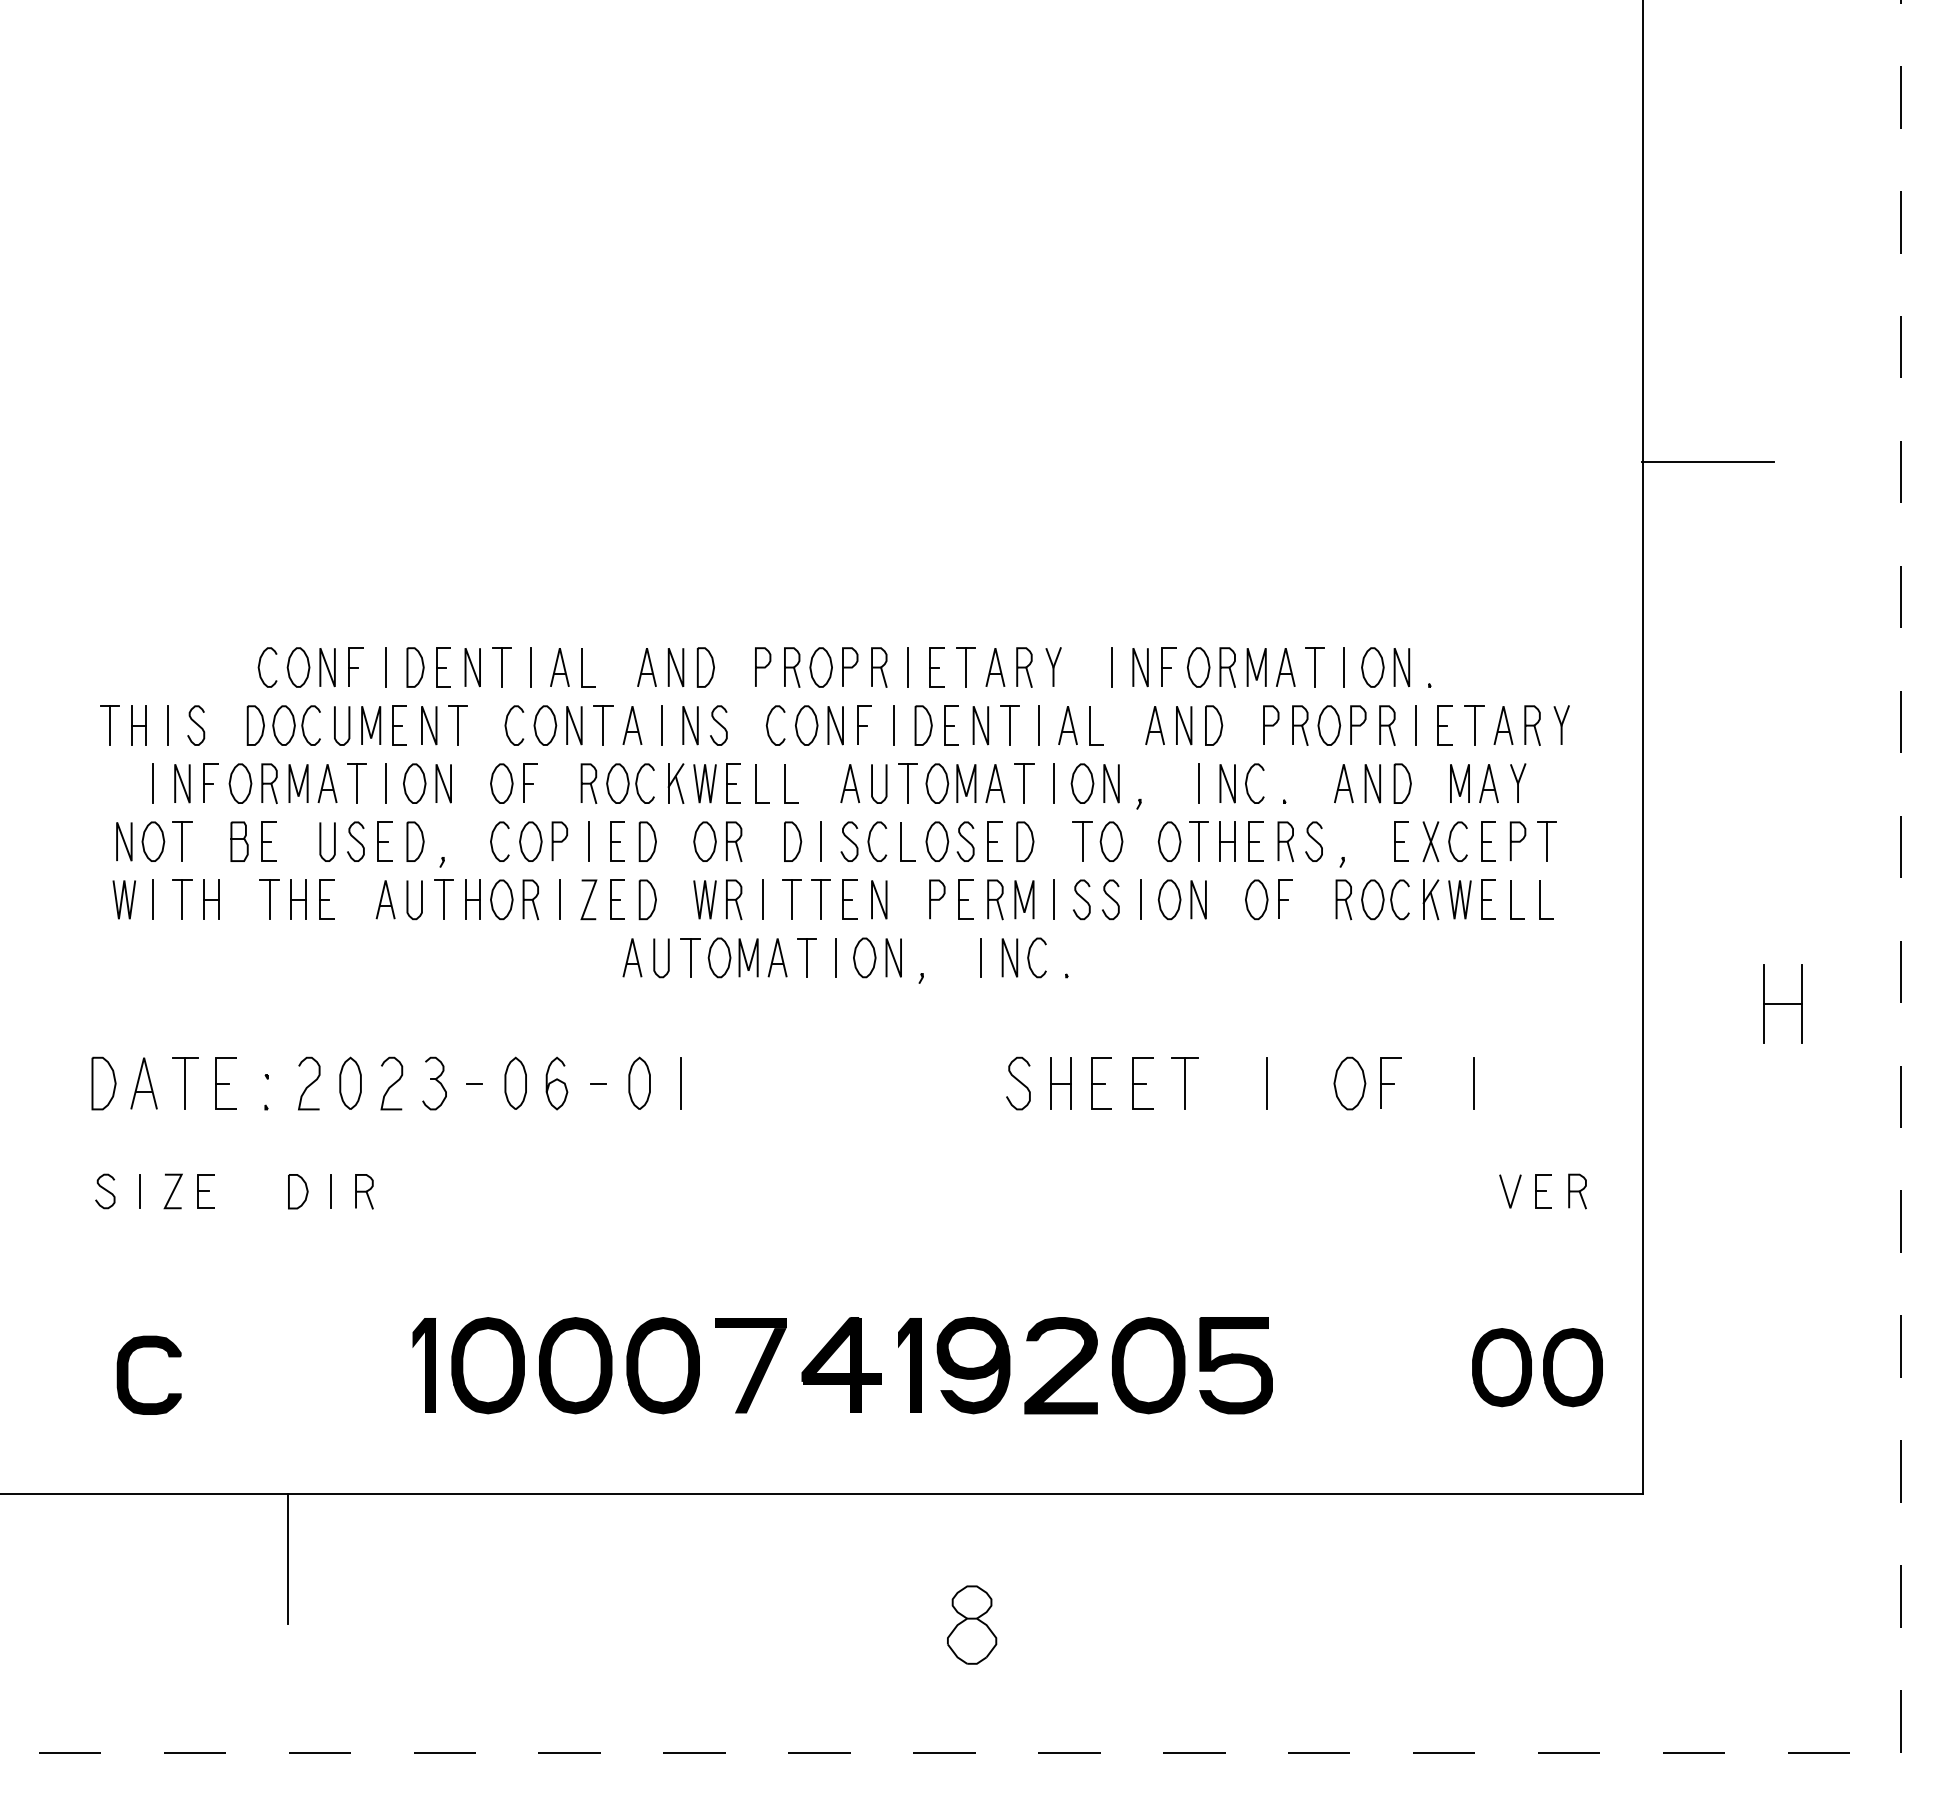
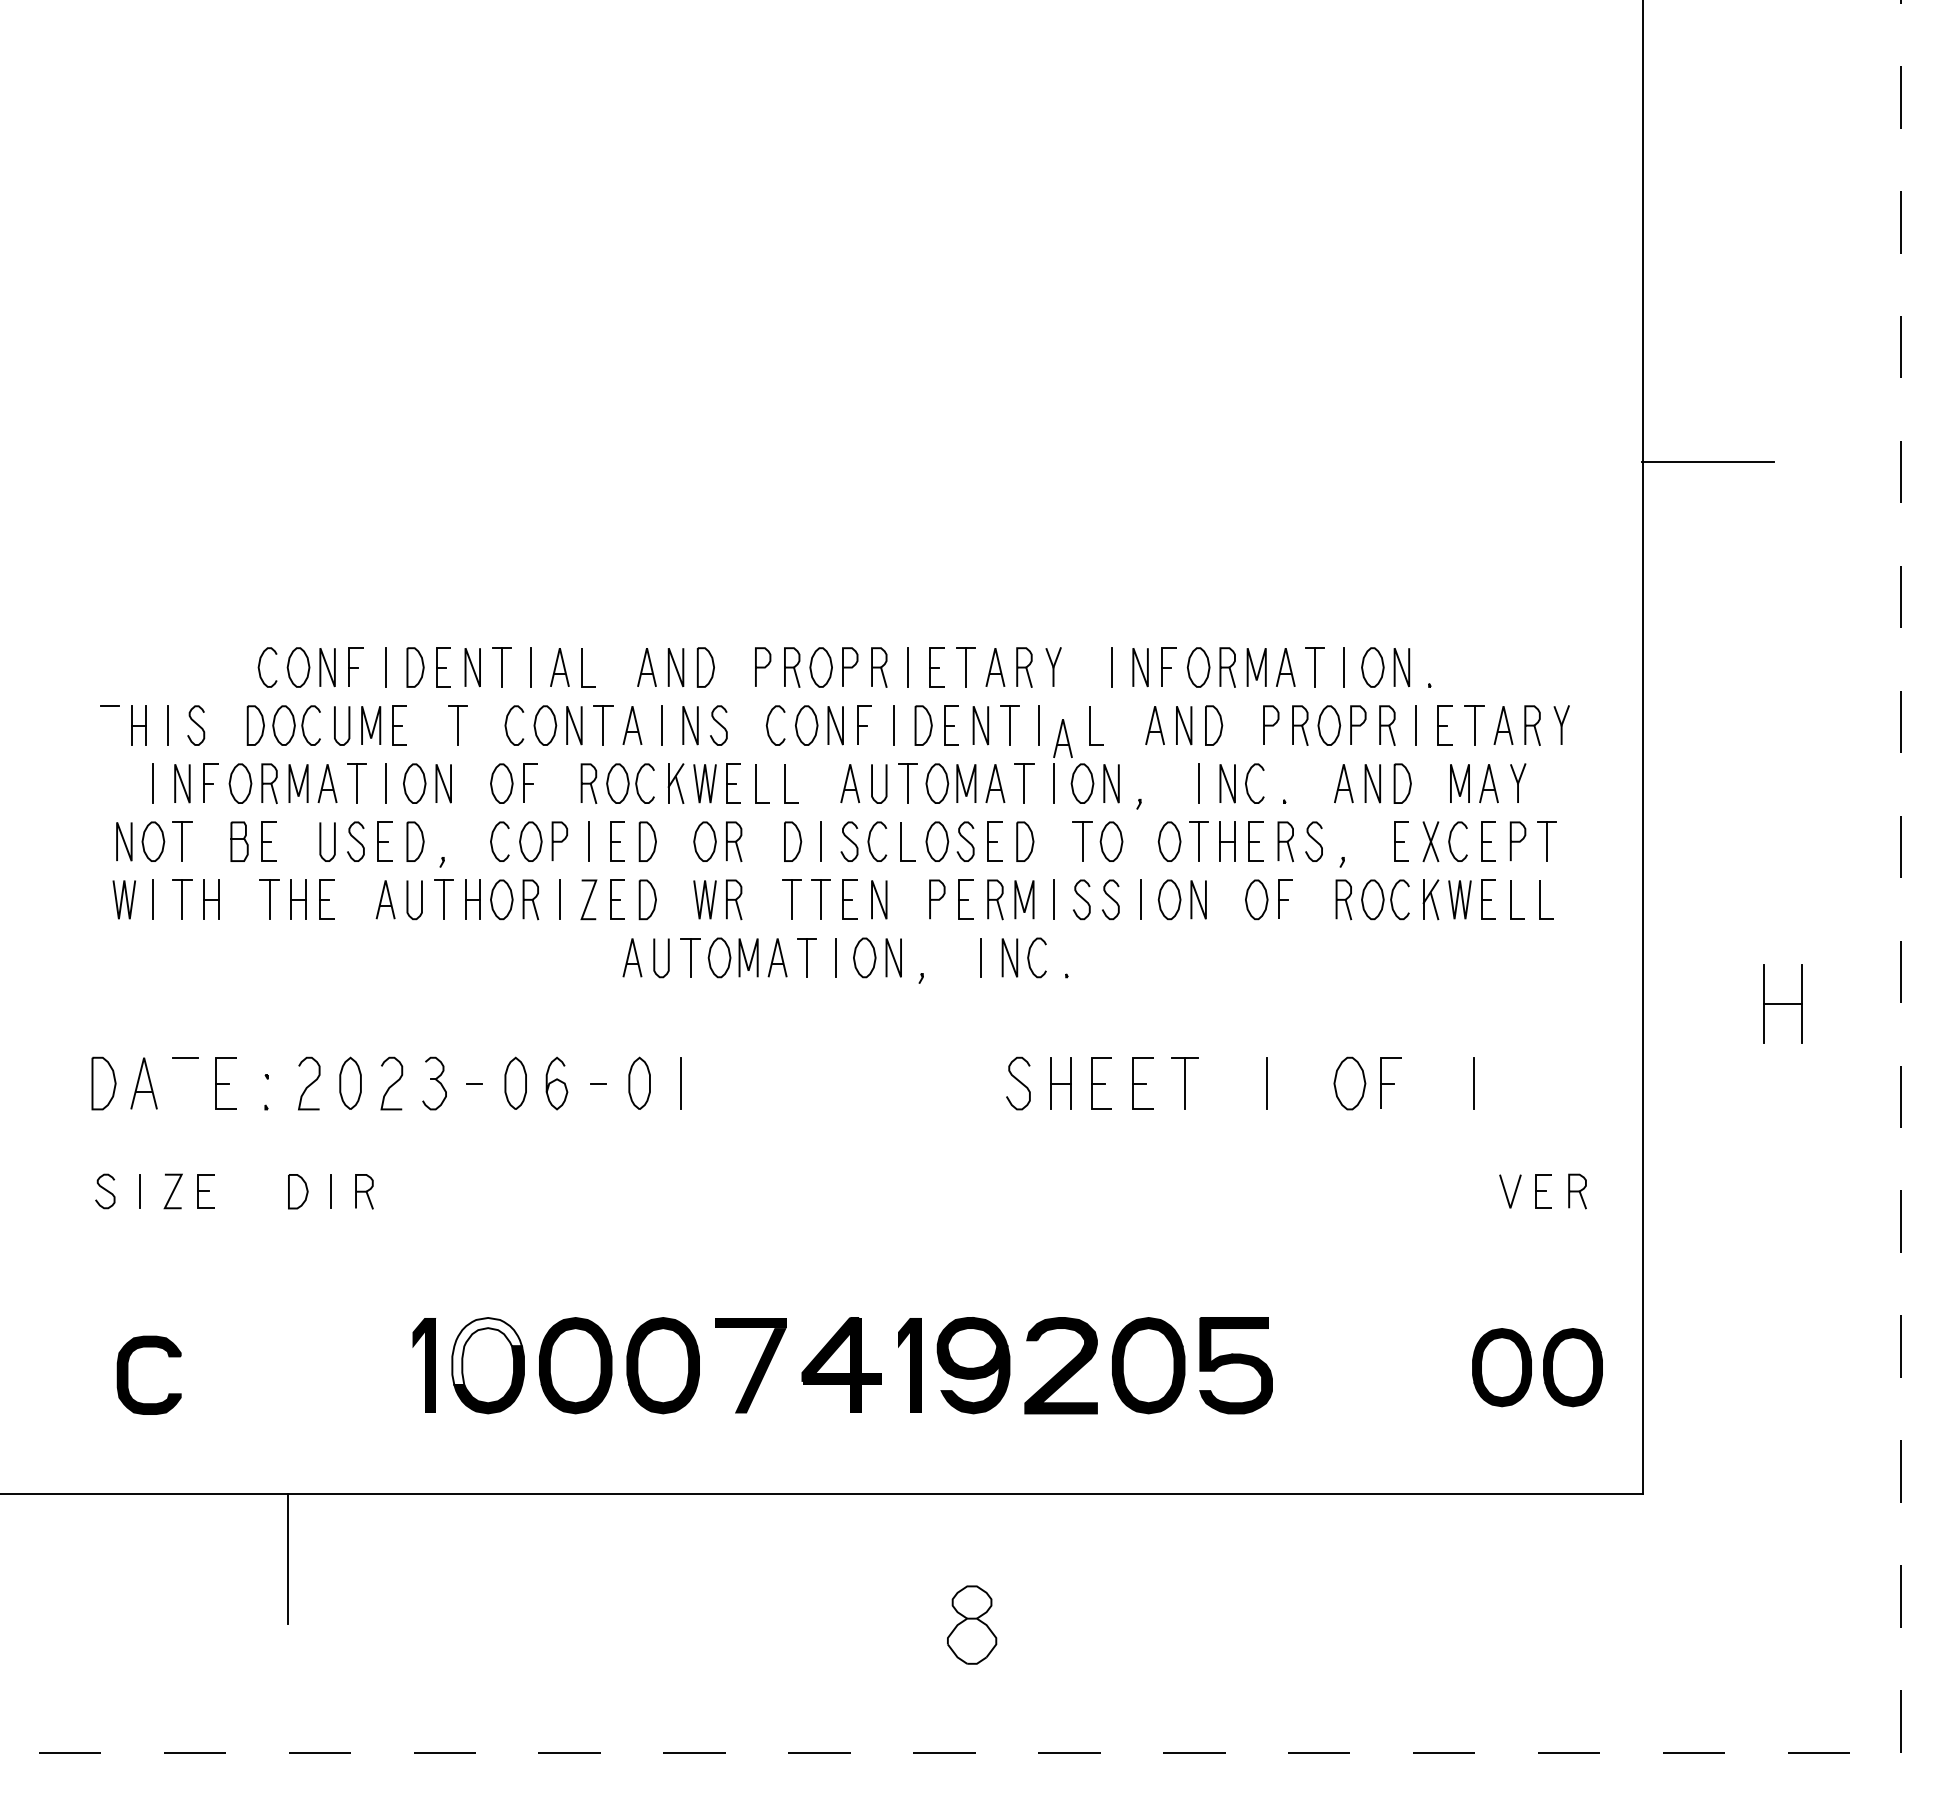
line at (109, 725): present -> none
line at (429, 725): present -> none
part at (1067, 725) position: (1067, 725) -> (1062, 738)
line at (763, 899): present -> none
line at (185, 1083): present -> none
fill at (486, 1350): present -> none
